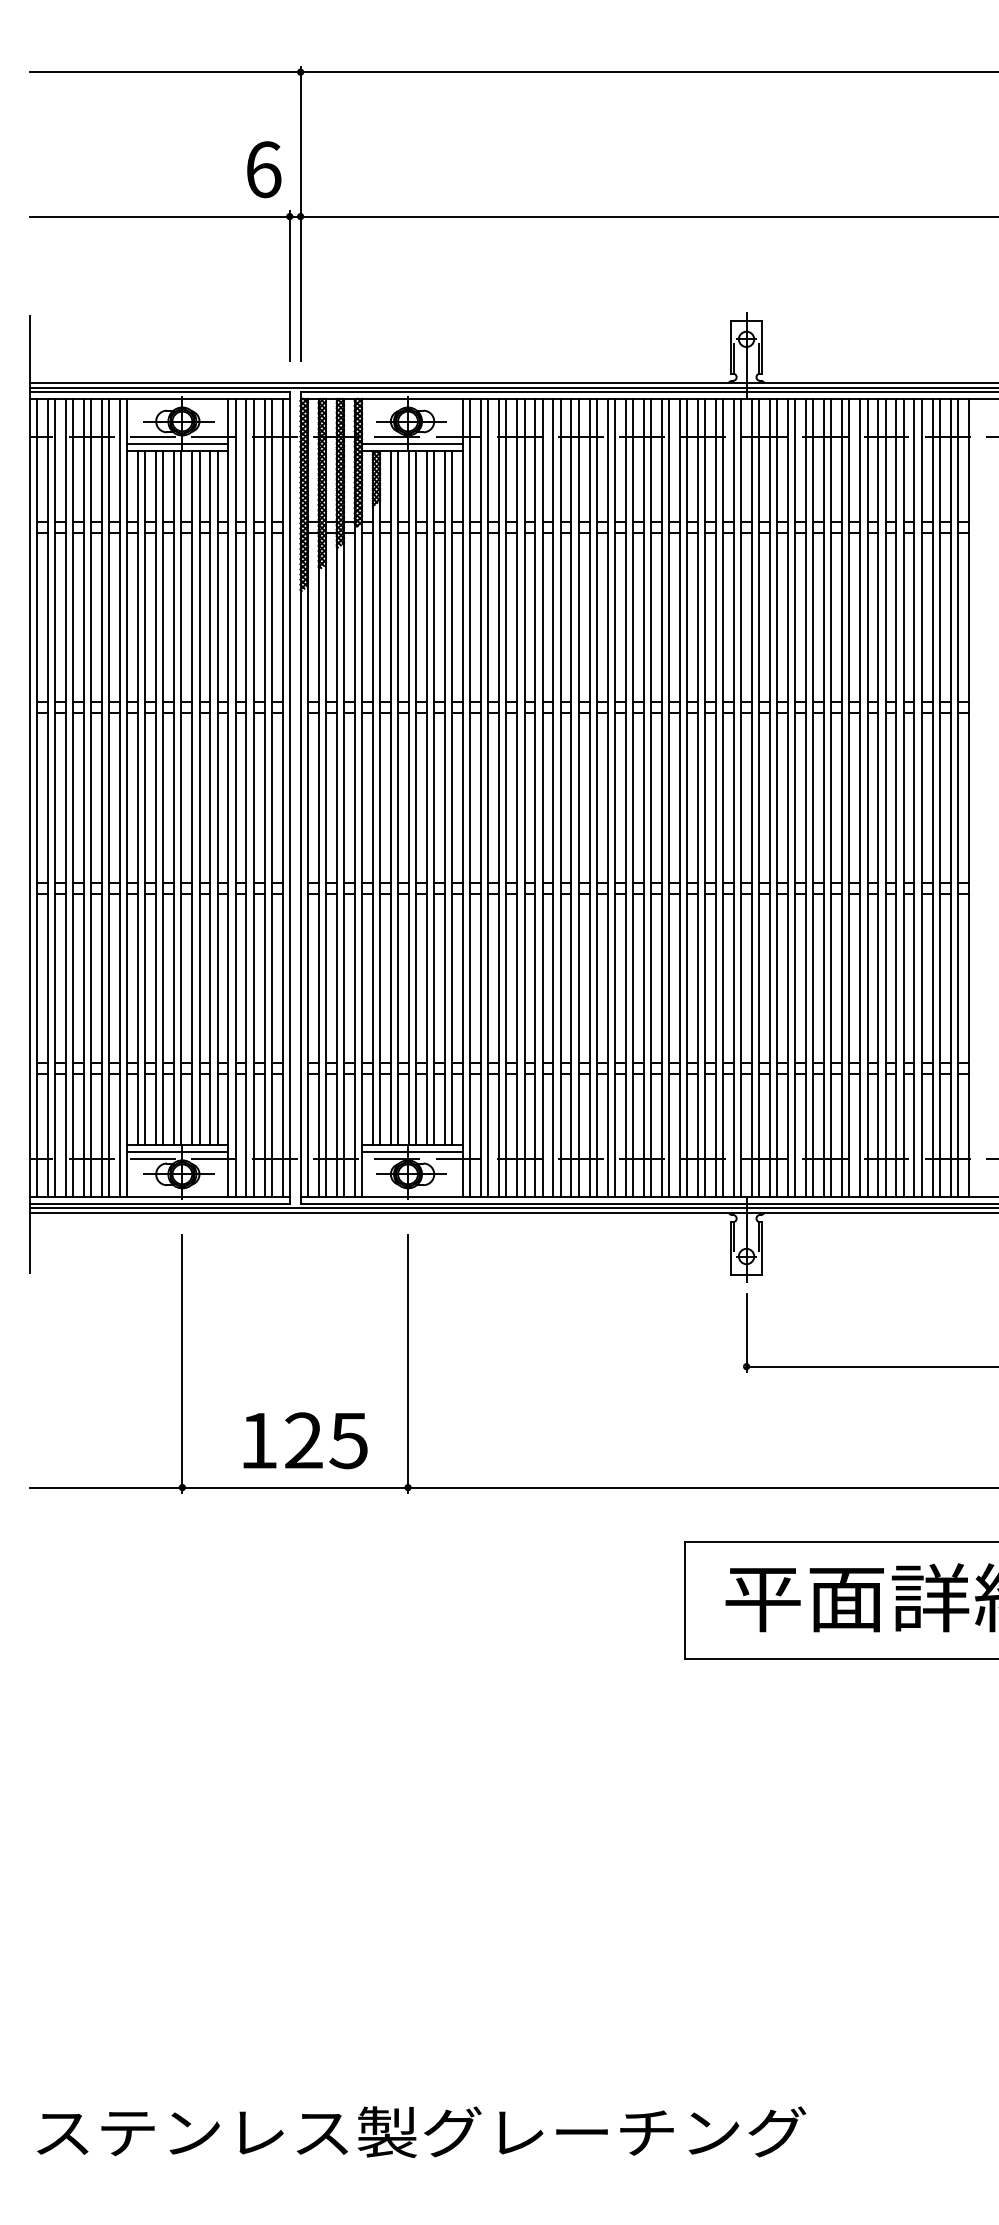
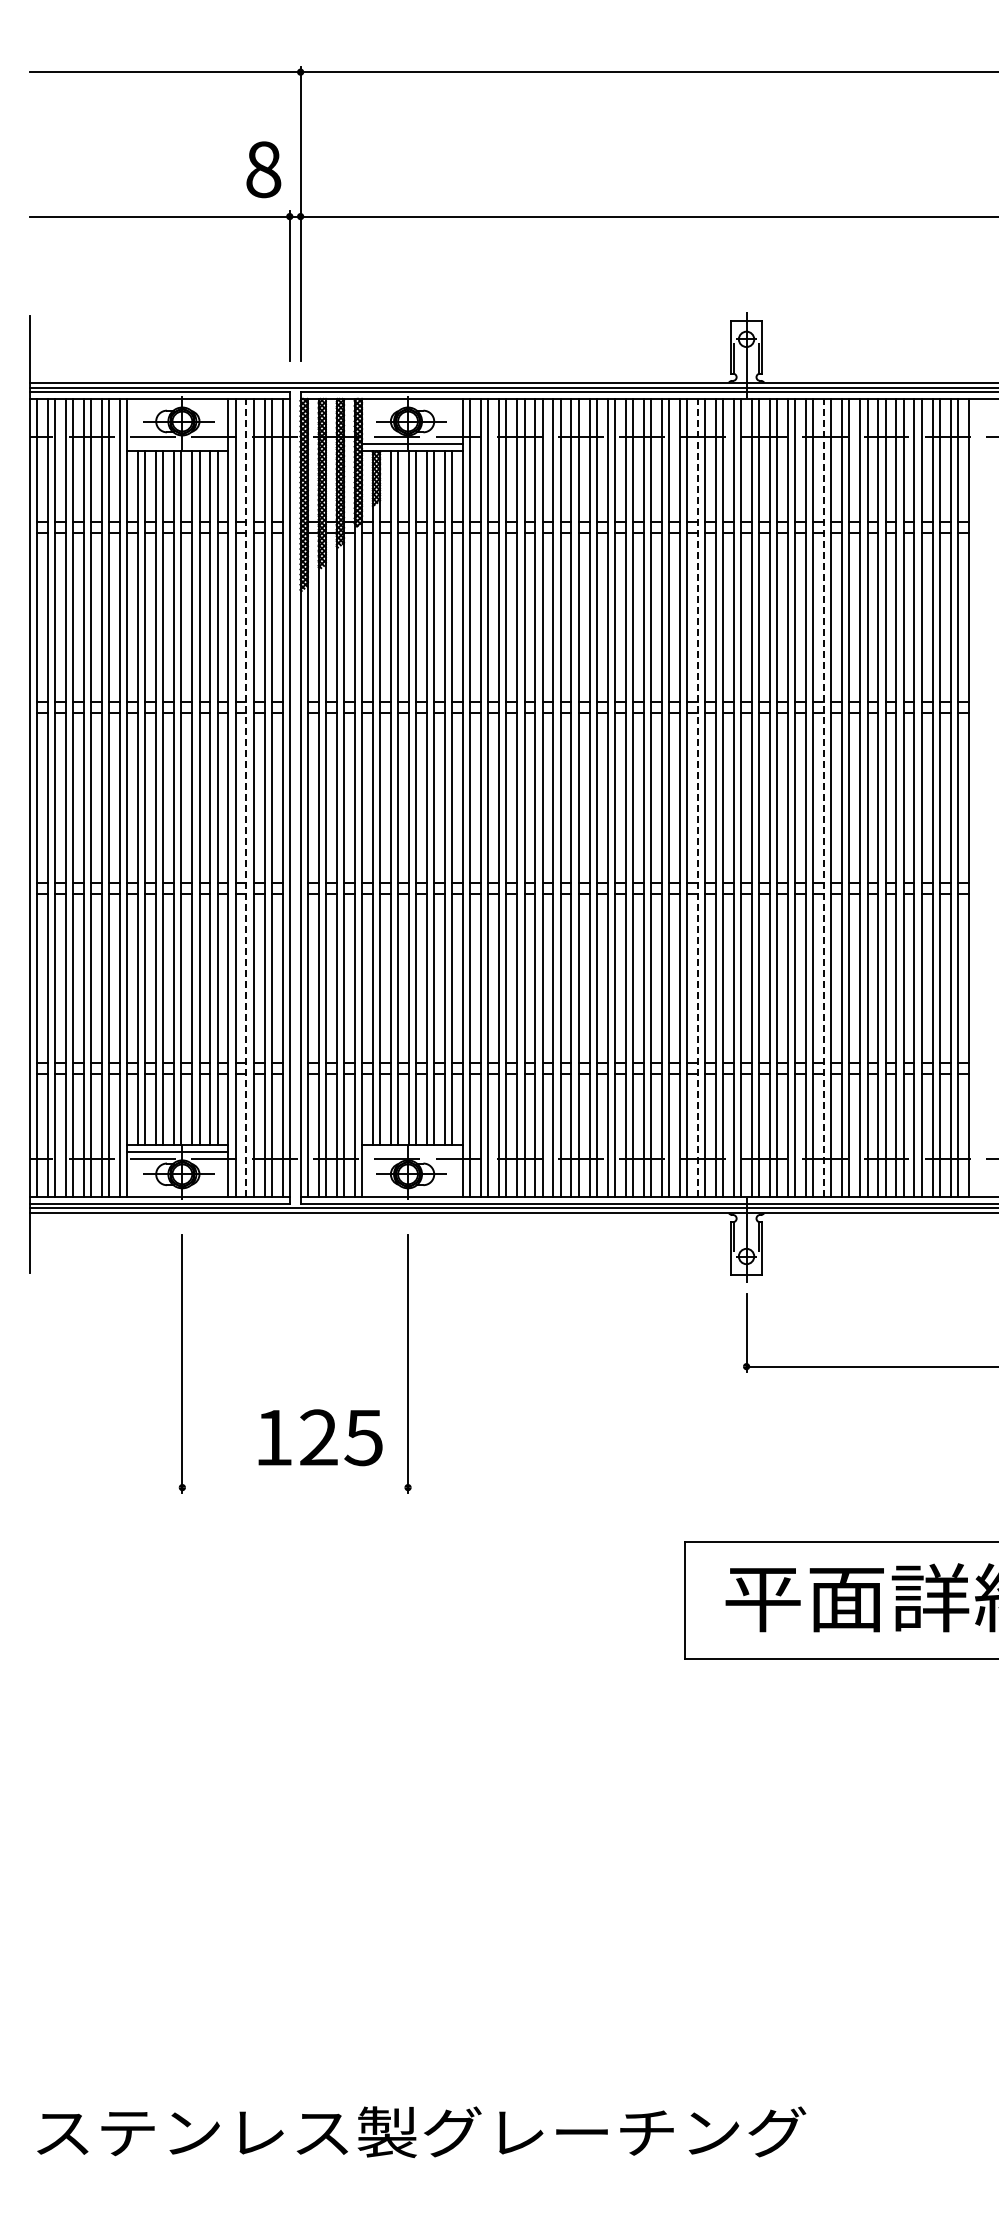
text at (263, 169): 6 -> 8
line at (177, 444): present -> none
line at (246, 797): solid -> dashed
line at (697, 797): solid -> dashed
line at (824, 797): solid -> dashed
line at (412, 1151): present -> none
text at (305, 1440) position: (305, 1440) -> (320, 1437)
line at (512, 1487): present -> none
